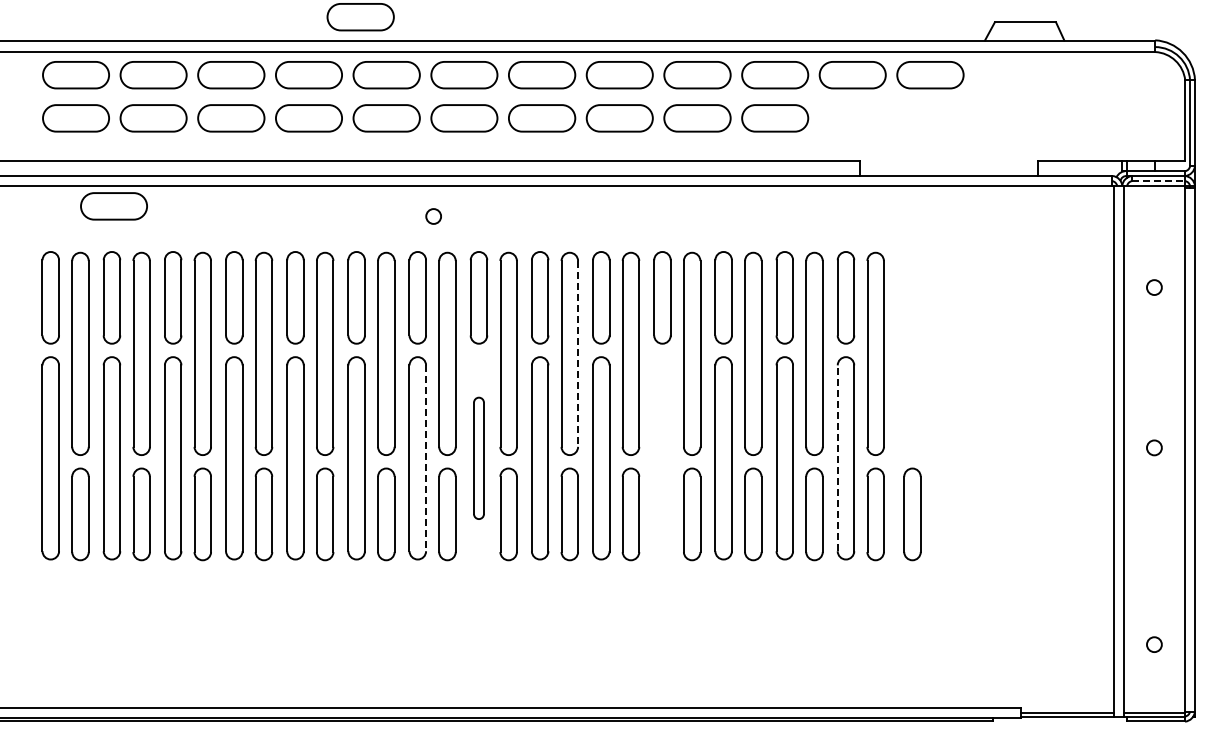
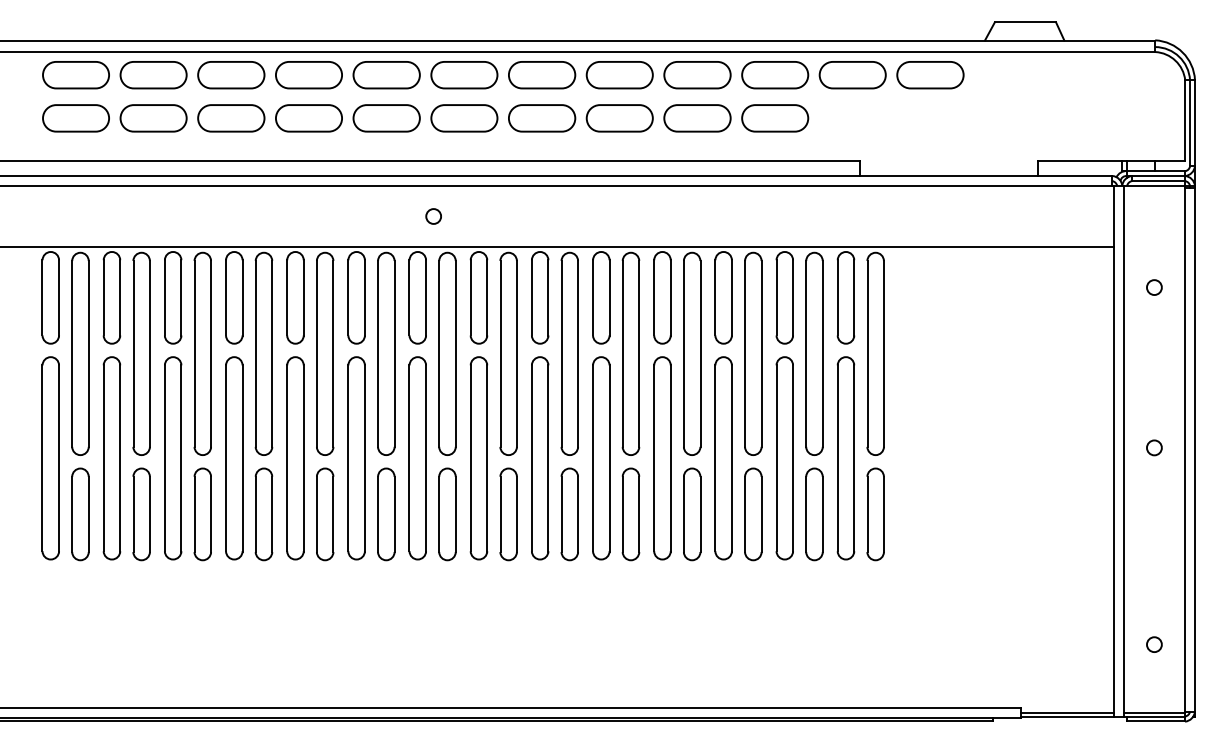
part at (360, 17): present -> none
line at (1158, 181): dashed -> solid
part at (113, 206): present -> none
line at (558, 247): none -> present
line at (578, 354): dashed -> solid
part at (478, 457) size: 12x124 px -> 20x205 px
line at (426, 458): dashed -> solid
part at (662, 458): none -> present
line at (837, 458): dashed -> solid
part at (912, 514): present -> none
